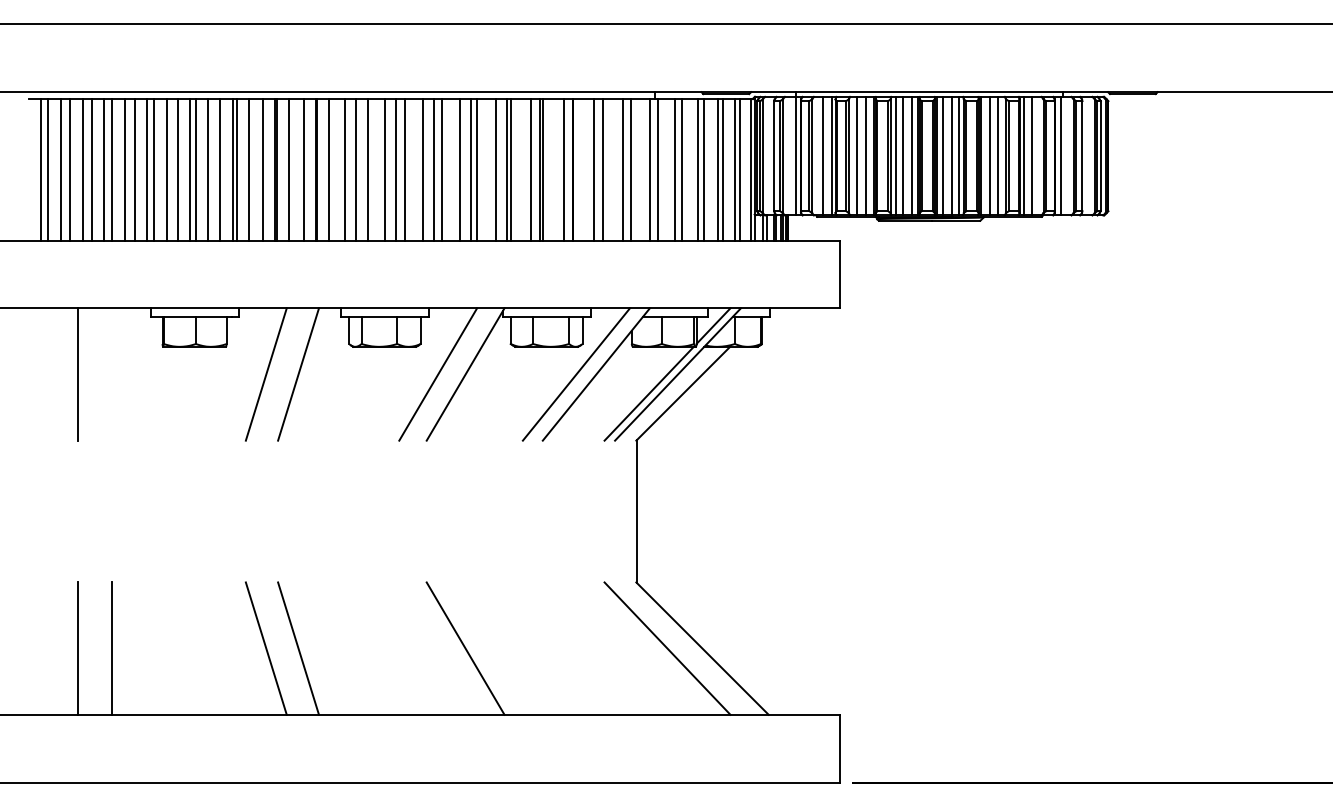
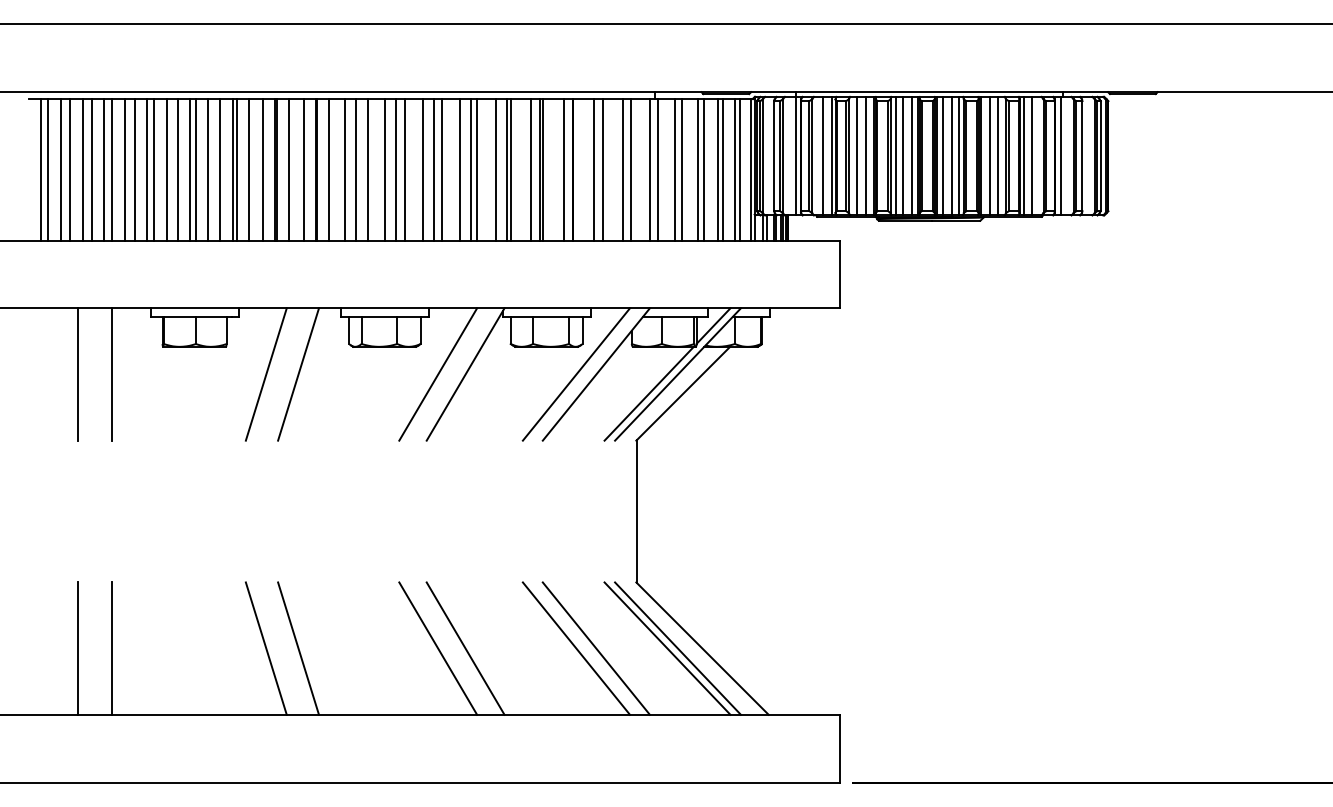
line at (111, 374): none -> present
line at (438, 648): none -> present
line at (576, 648): none -> present
line at (595, 648): none -> present
line at (677, 648): none -> present
